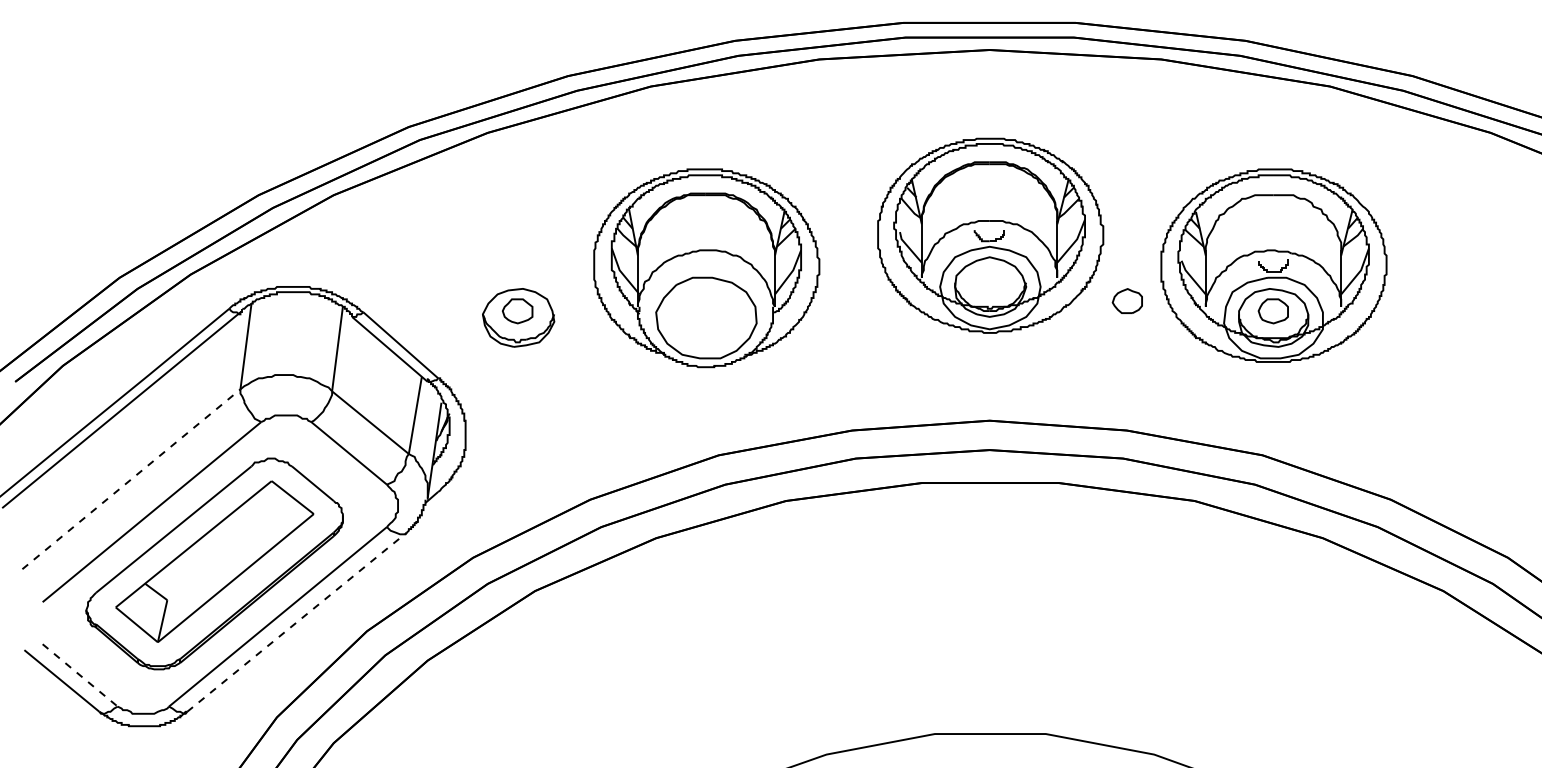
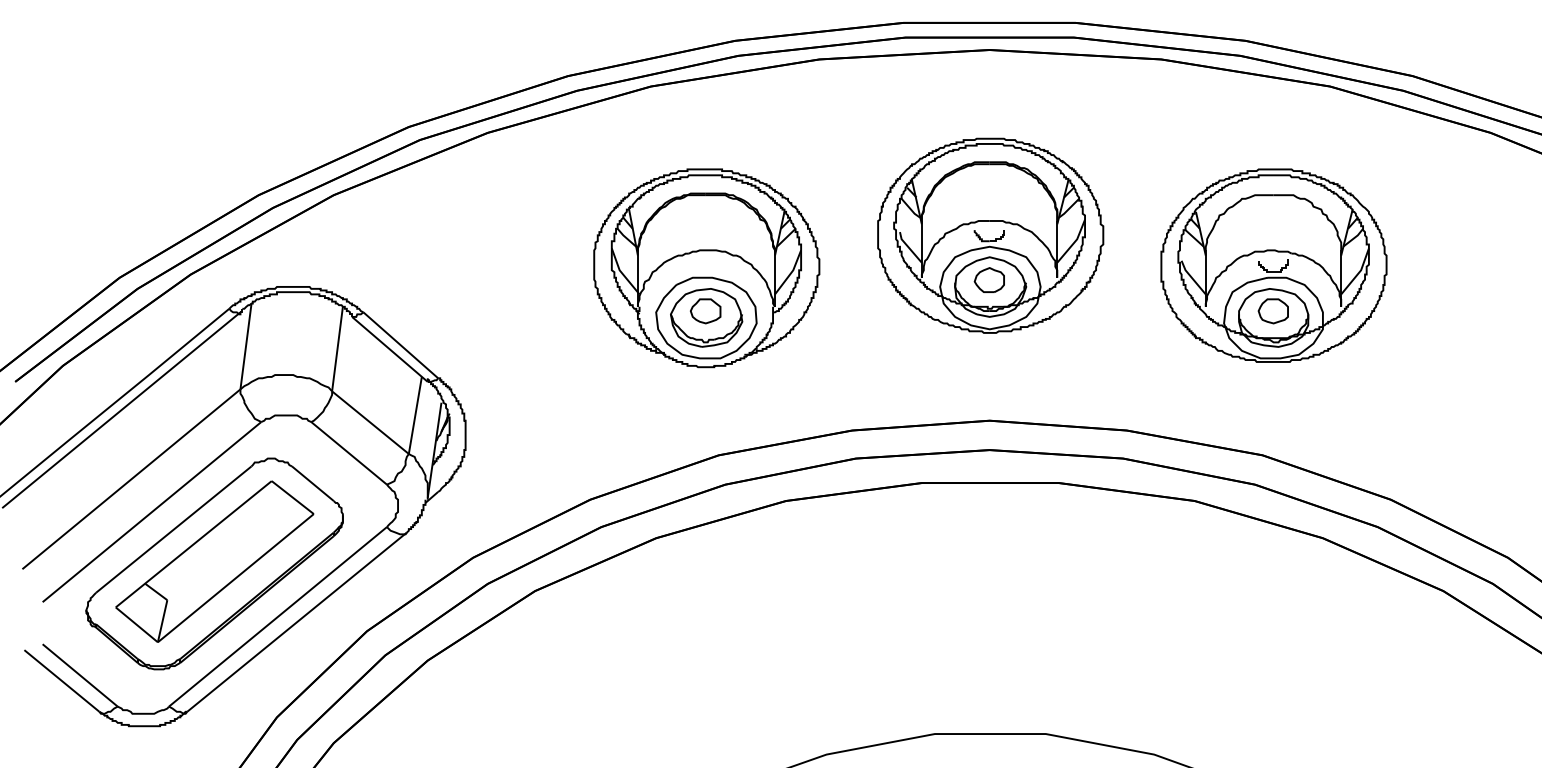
part at (1126, 300) position: (1126, 300) -> (988, 279)
part at (518, 317) position: (518, 317) -> (706, 317)
line at (131, 478): dashed -> solid
line at (297, 622): dashed -> solid
line at (80, 675): dashed -> solid
